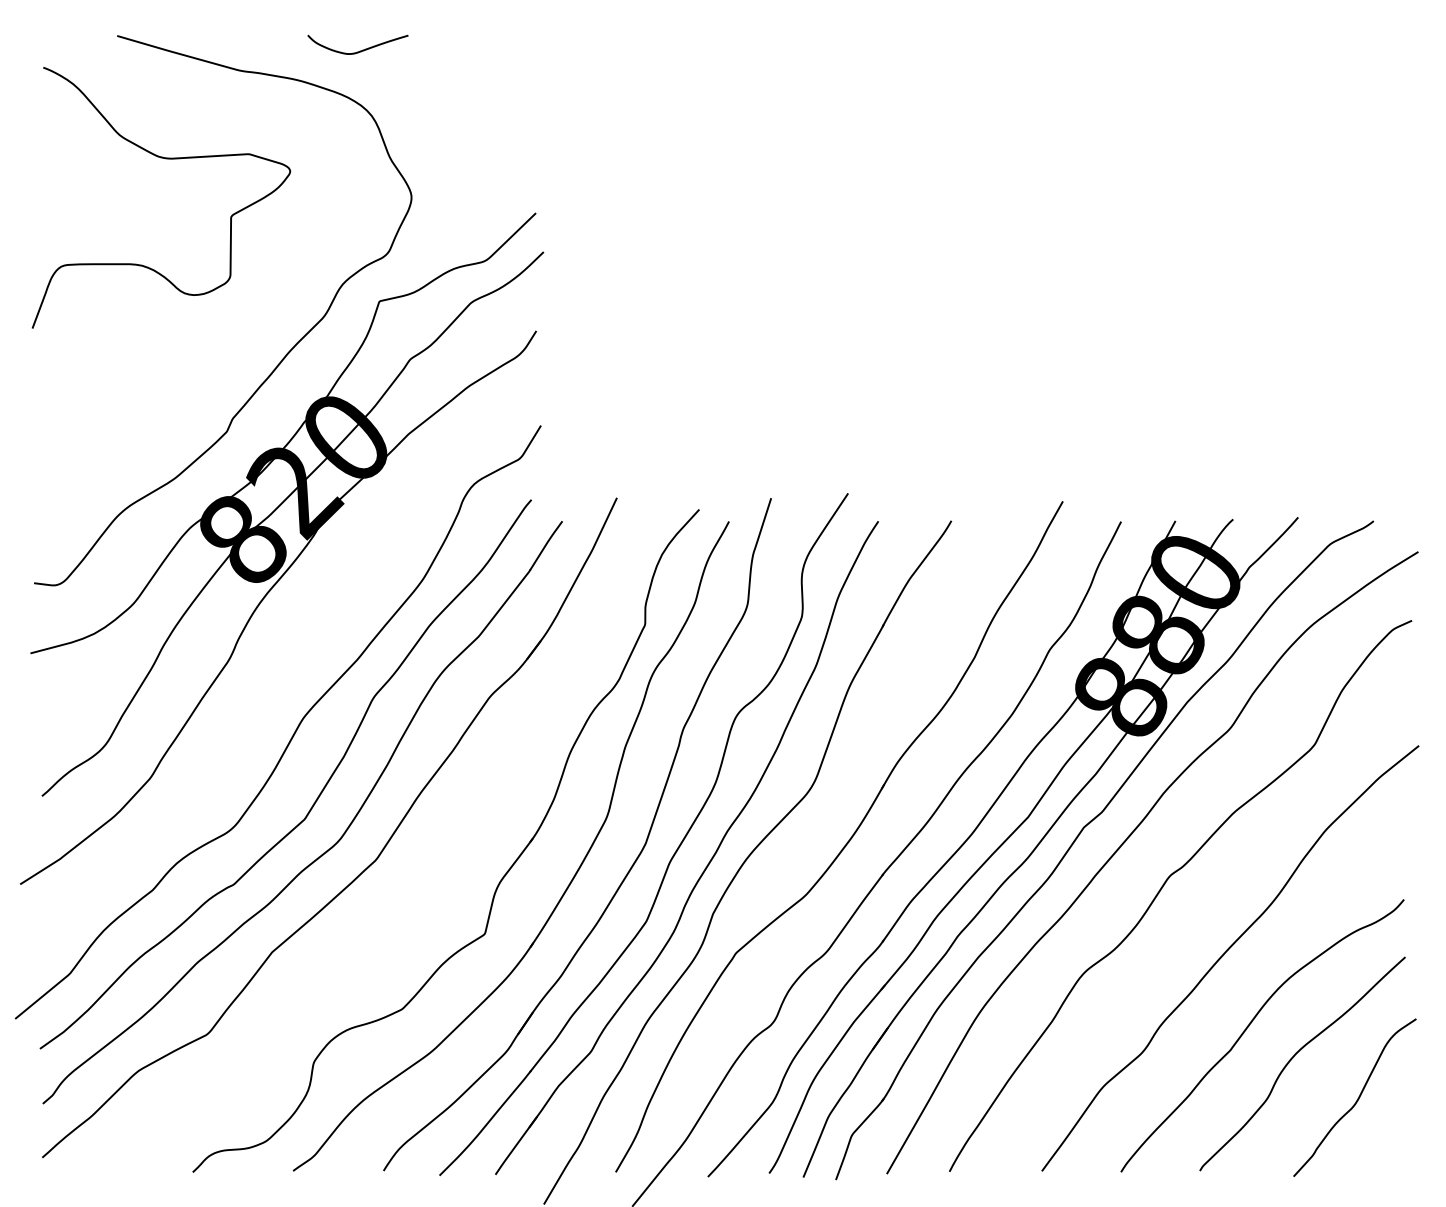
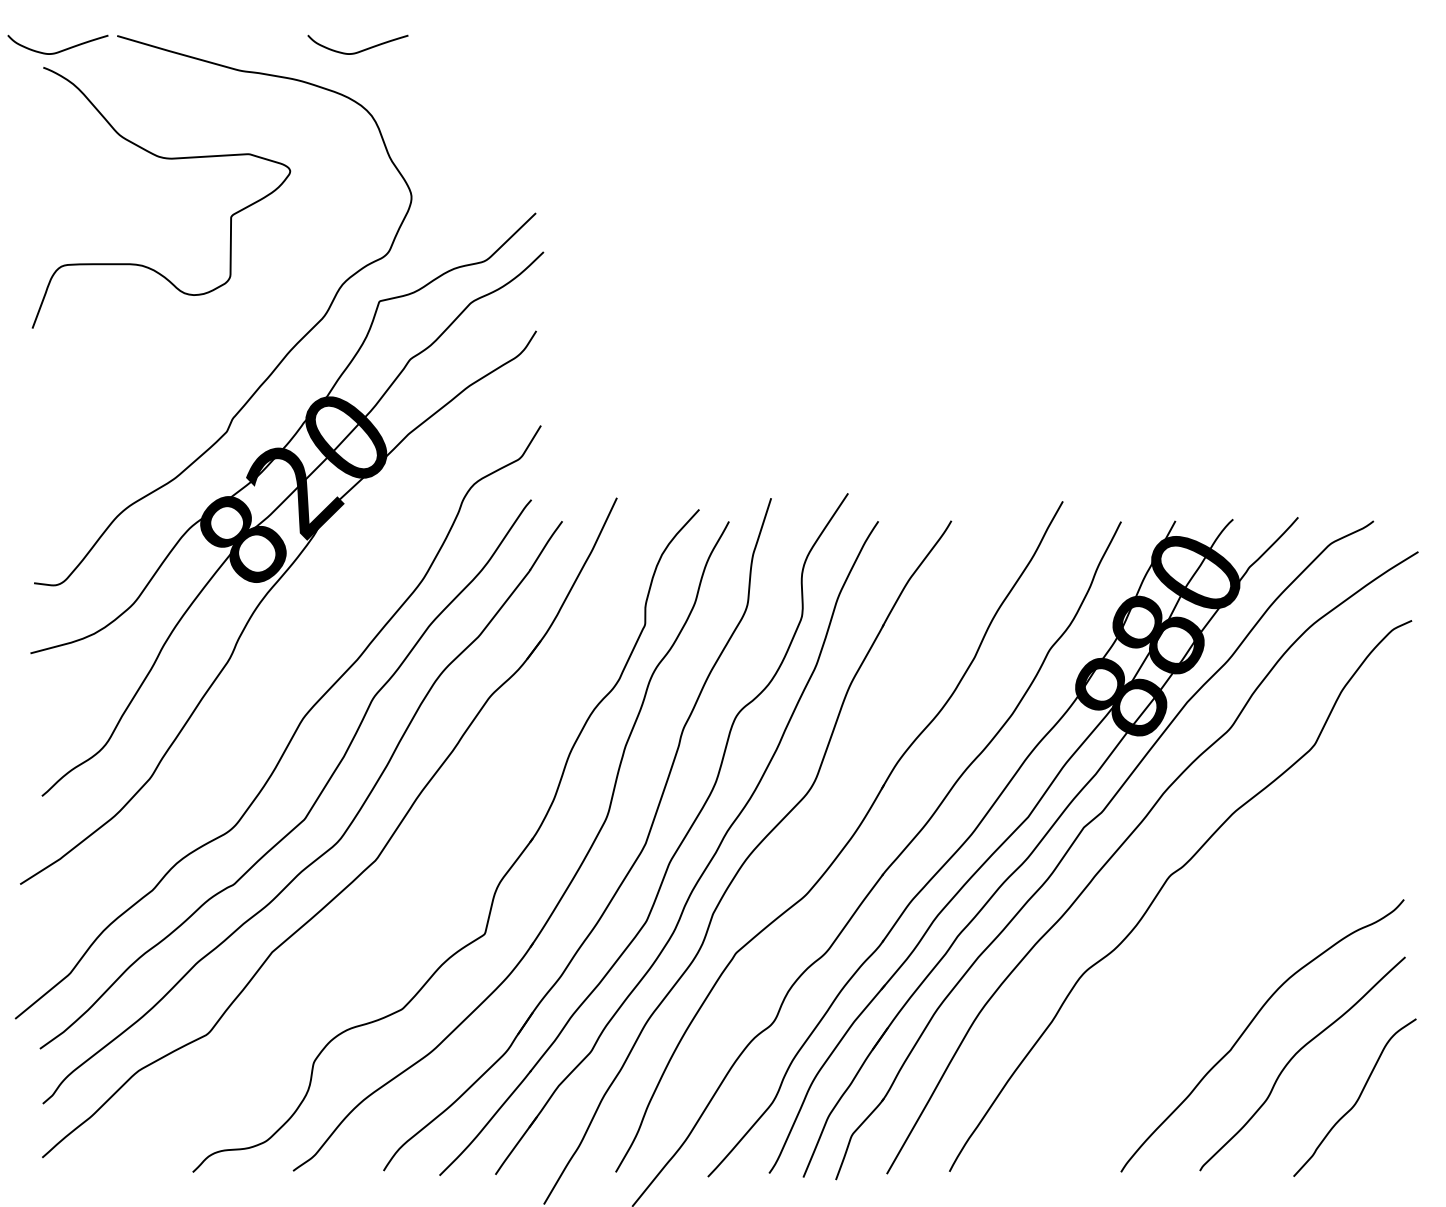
curve at (60, 50): none -> present
curve at (1225, 953): present -> none
